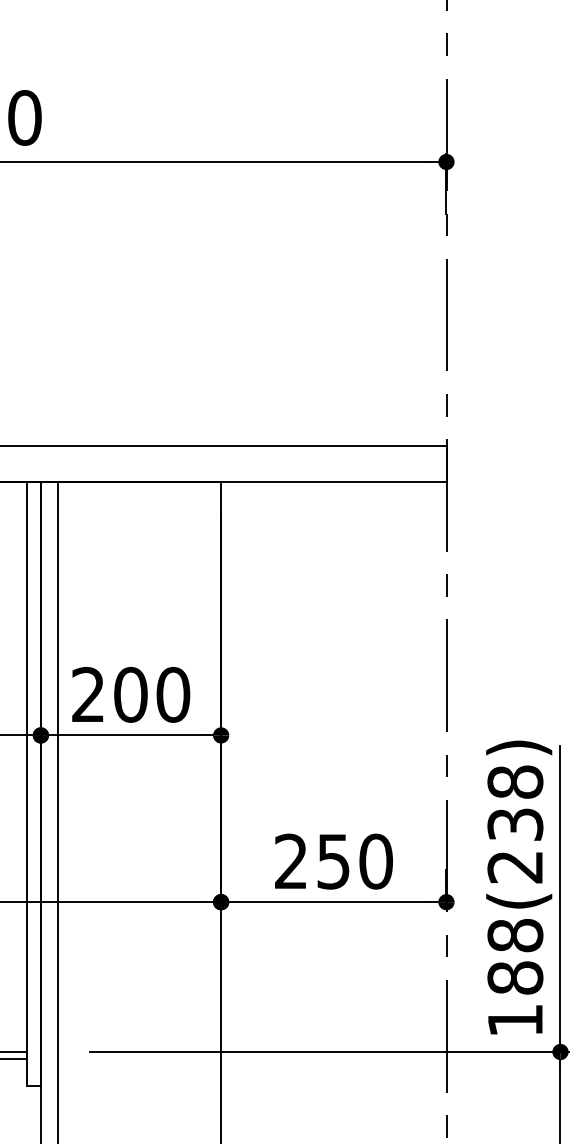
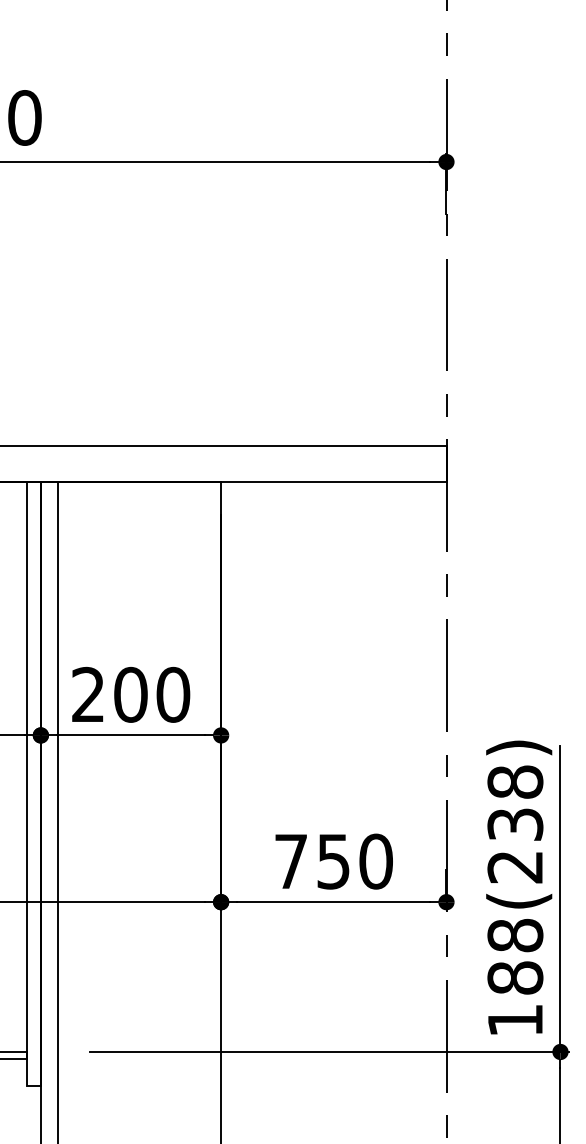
text at (290, 860): 250 -> 750
